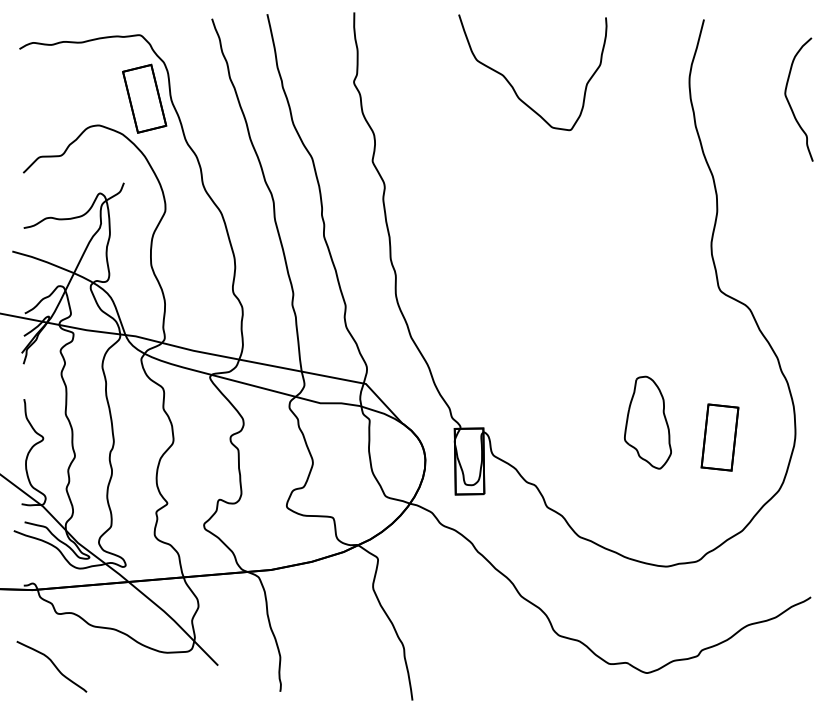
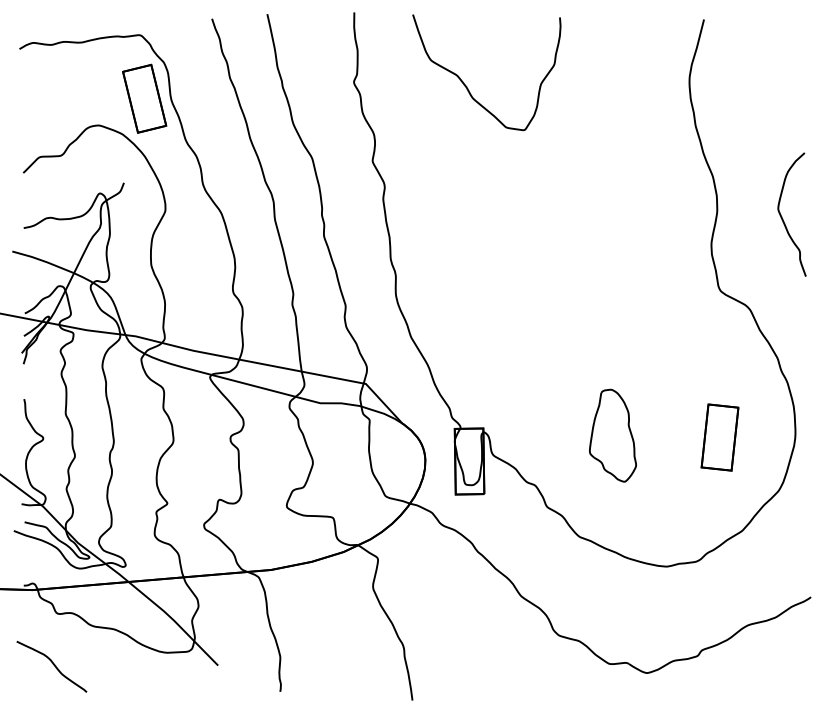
curve at (513, 86) position: (513, 86) -> (467, 86)
curve at (789, 101) position: (789, 101) -> (782, 216)
part at (647, 422) position: (647, 422) -> (612, 435)
